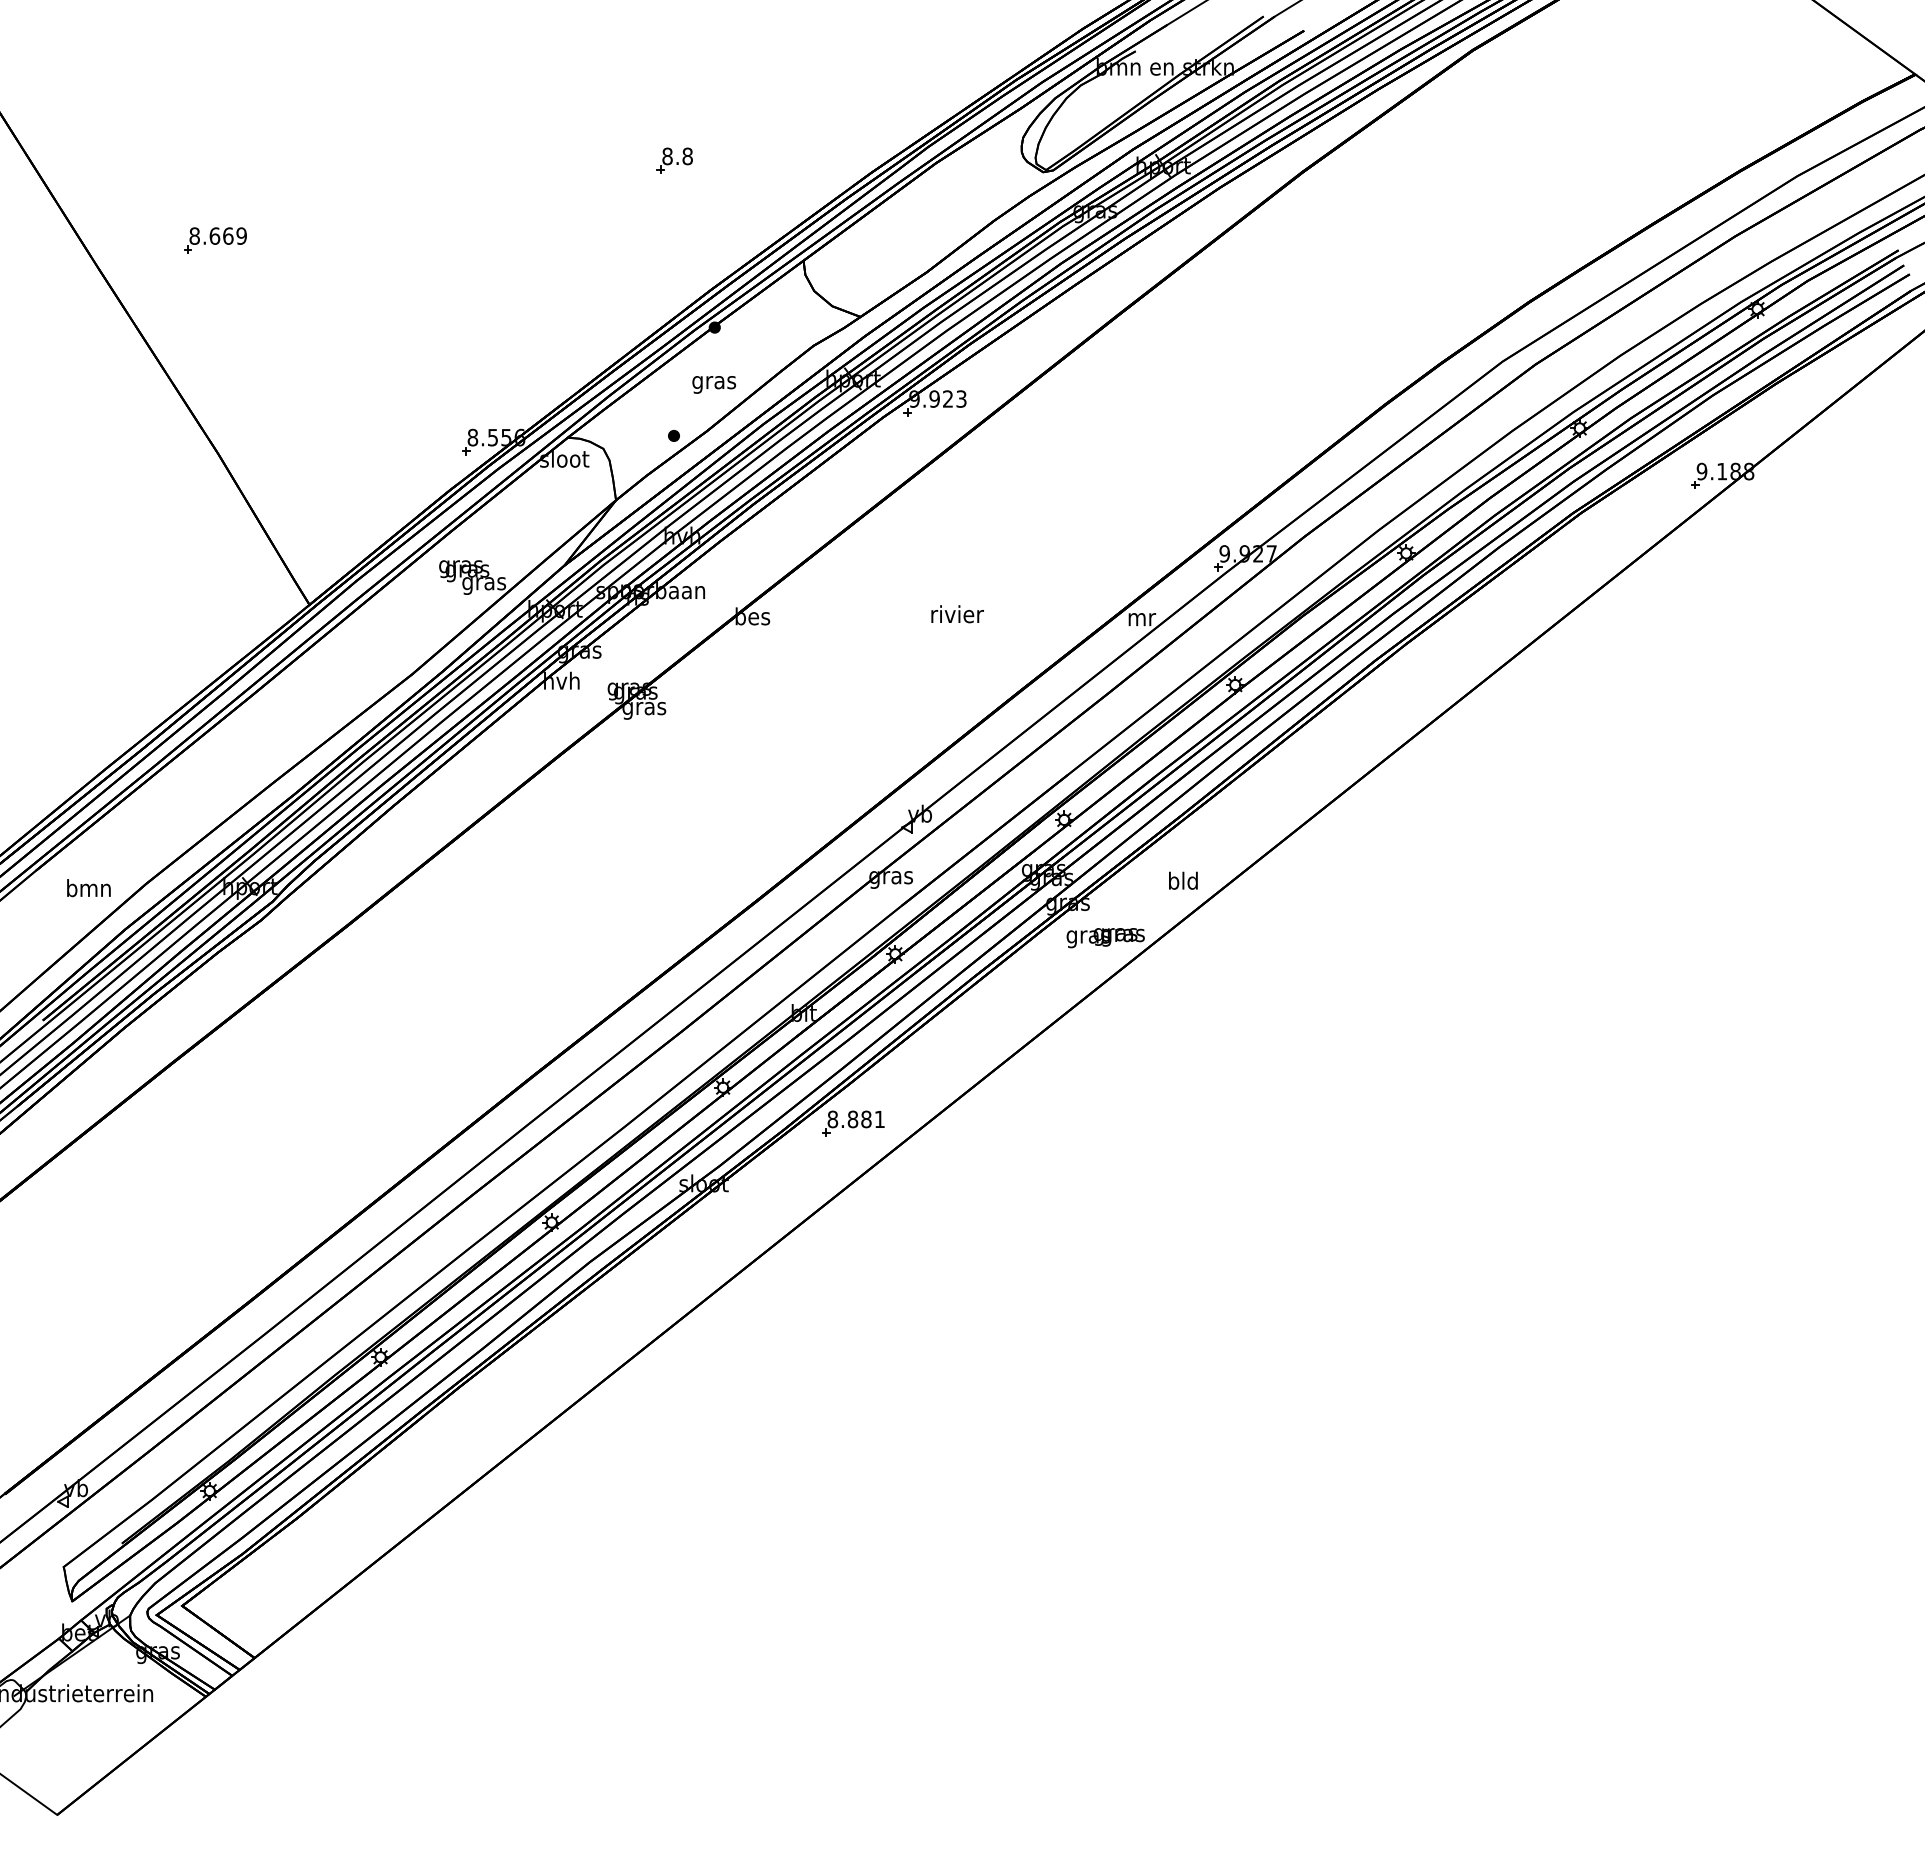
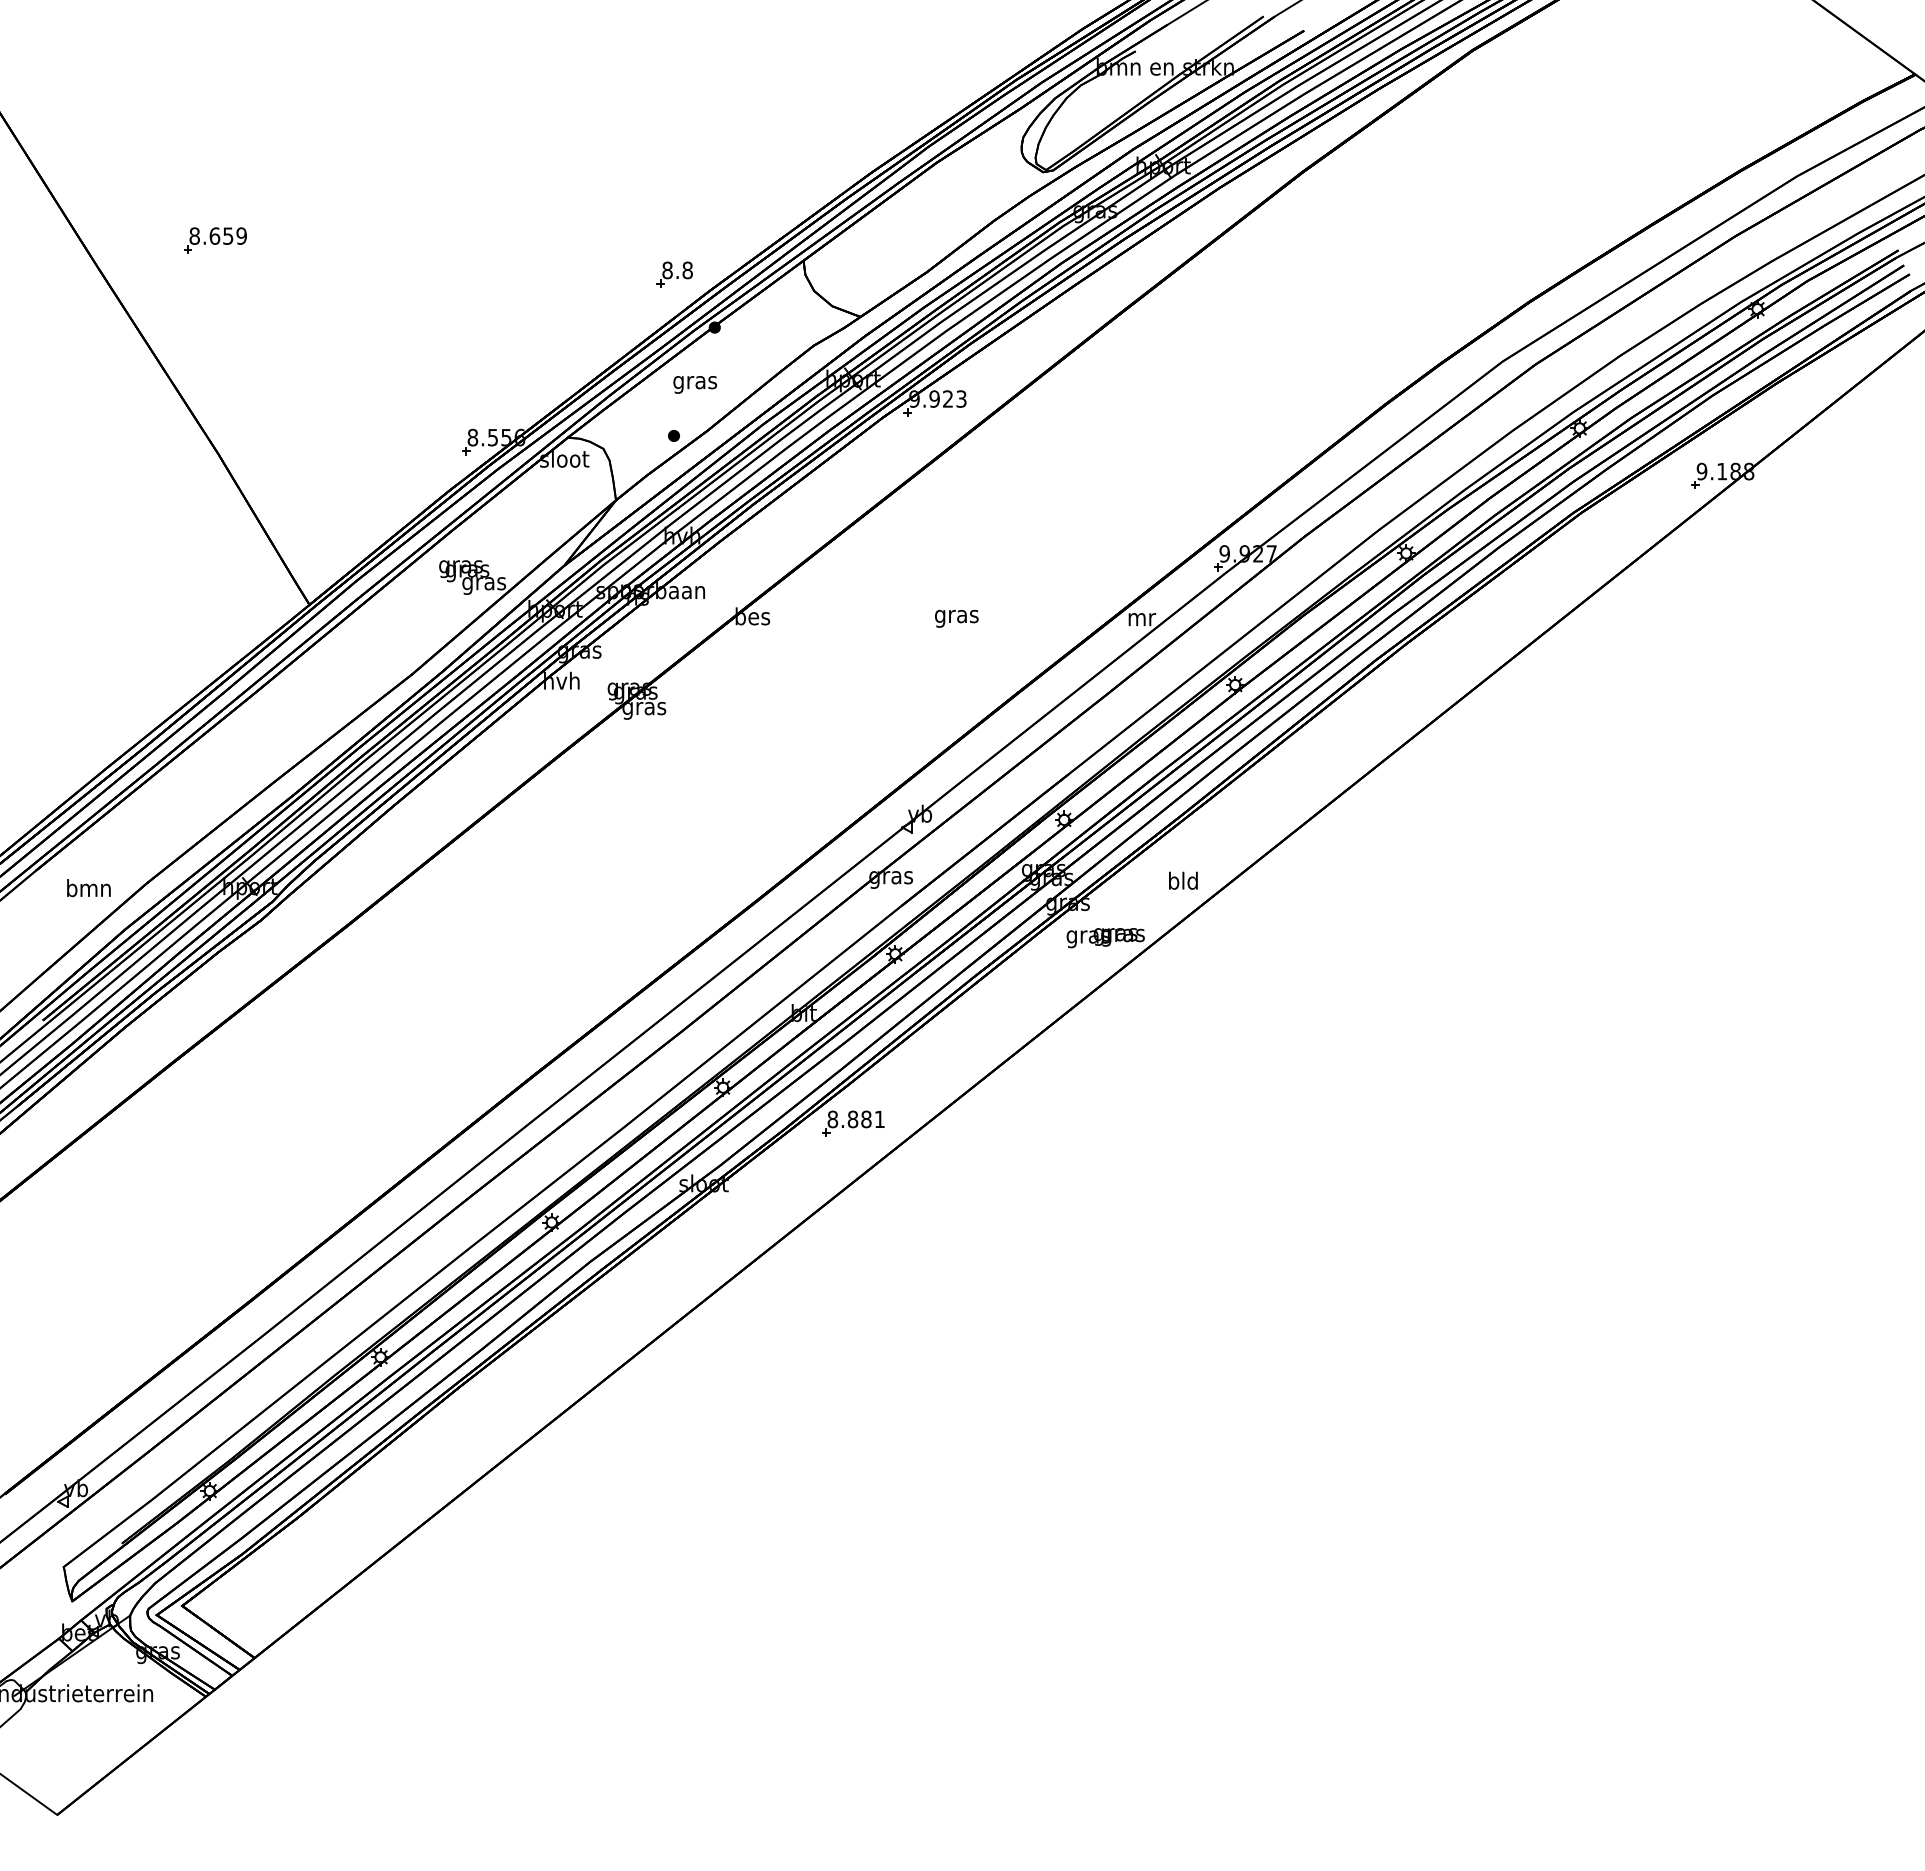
part at (674, 160) position: (674, 160) -> (674, 274)
text at (228, 235): 8.669 -> 8.659
text at (714, 384) position: (714, 384) -> (695, 384)
text at (957, 616): rivier -> gras
